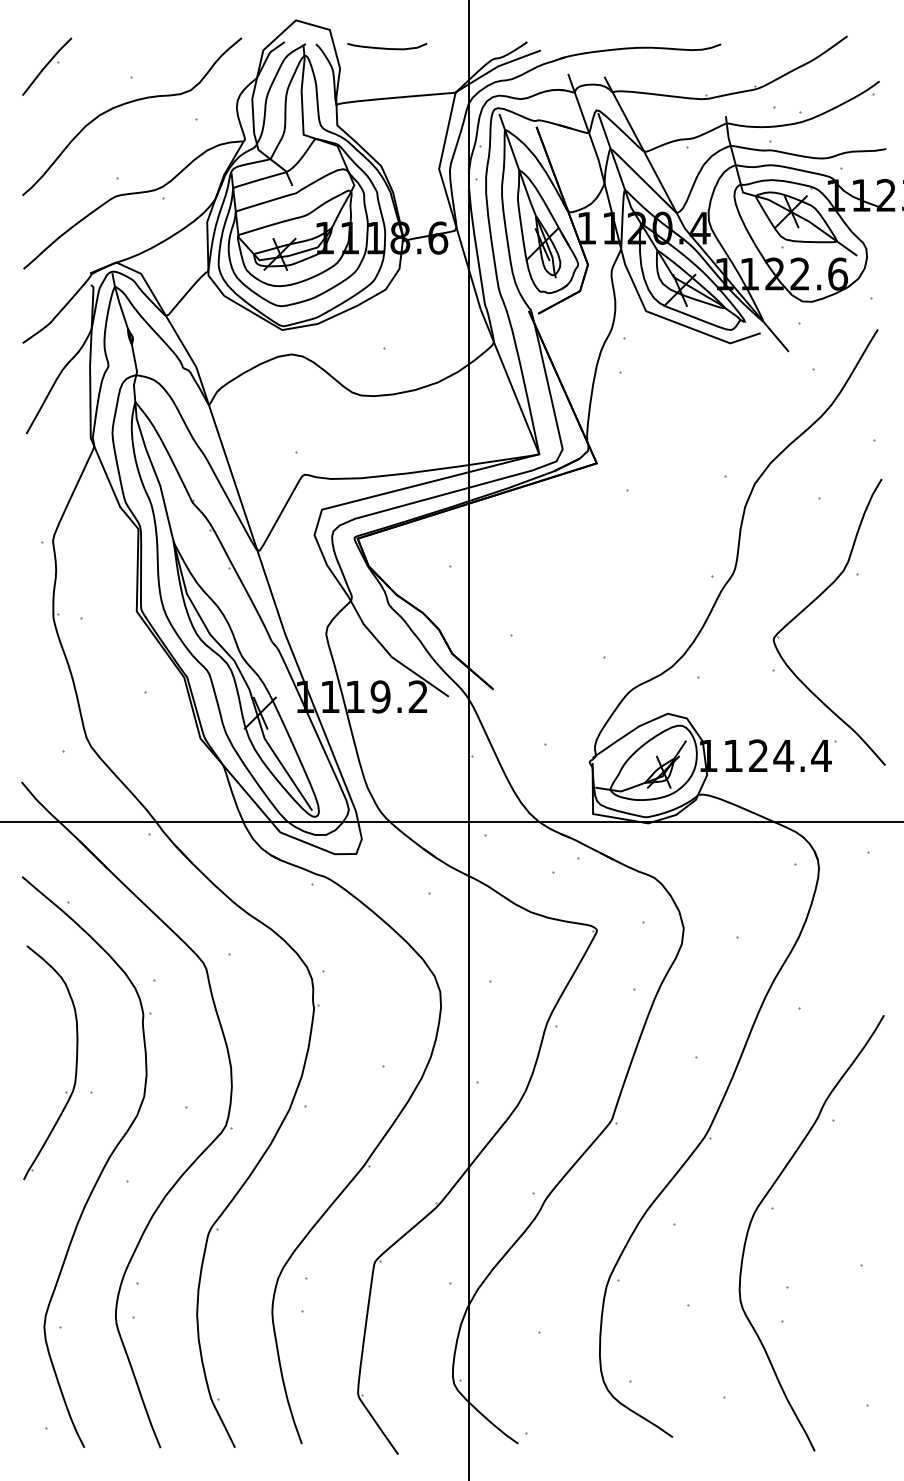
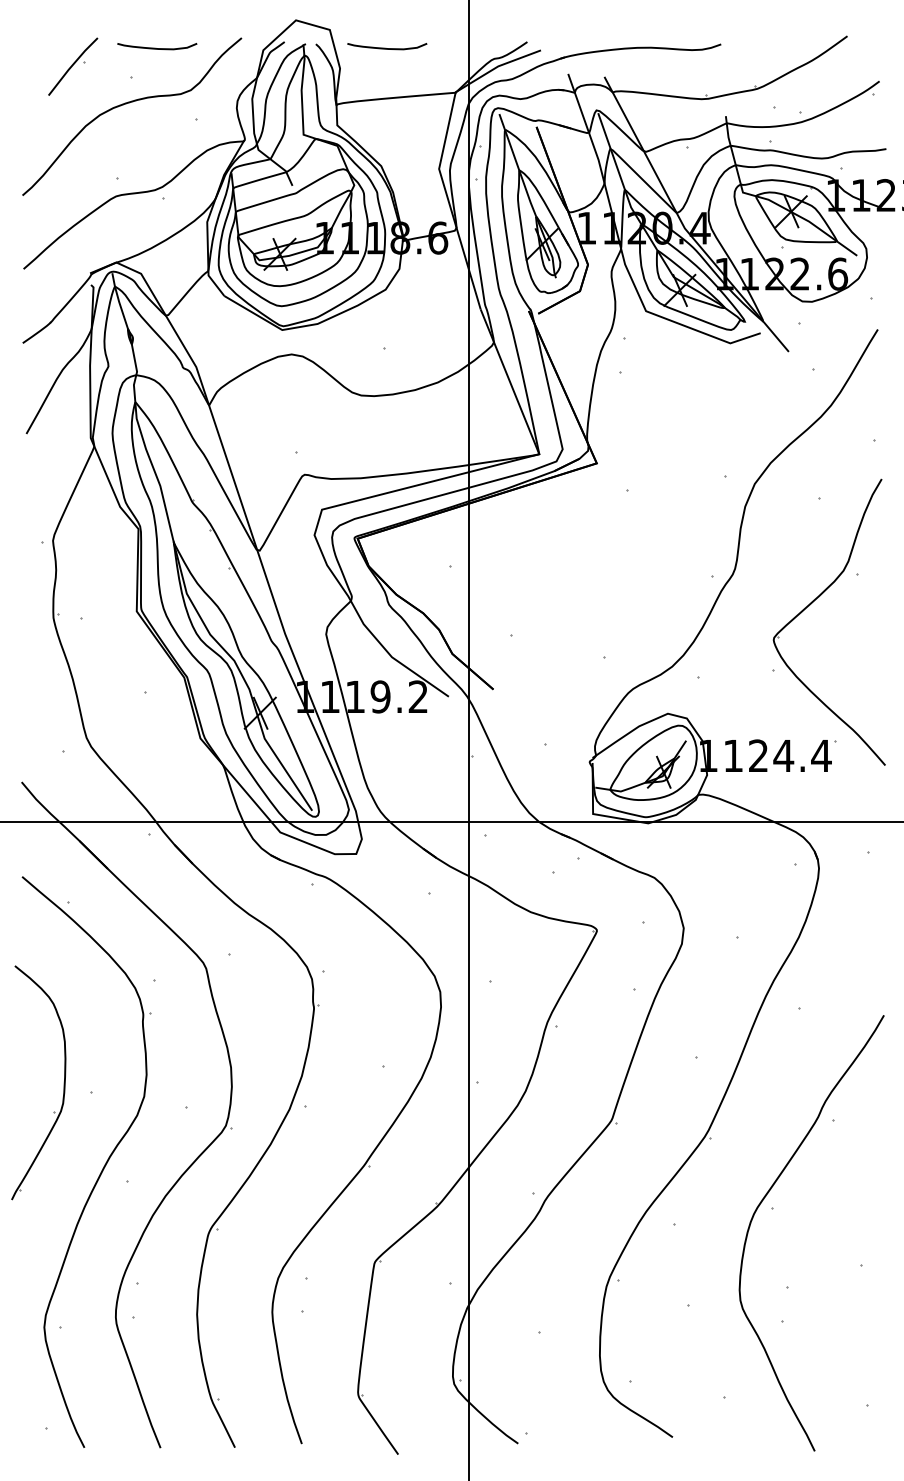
curve at (157, 48): none -> present
part at (47, 66) position: (47, 66) -> (73, 66)
part at (75, 1062) position: (75, 1062) -> (63, 1082)
